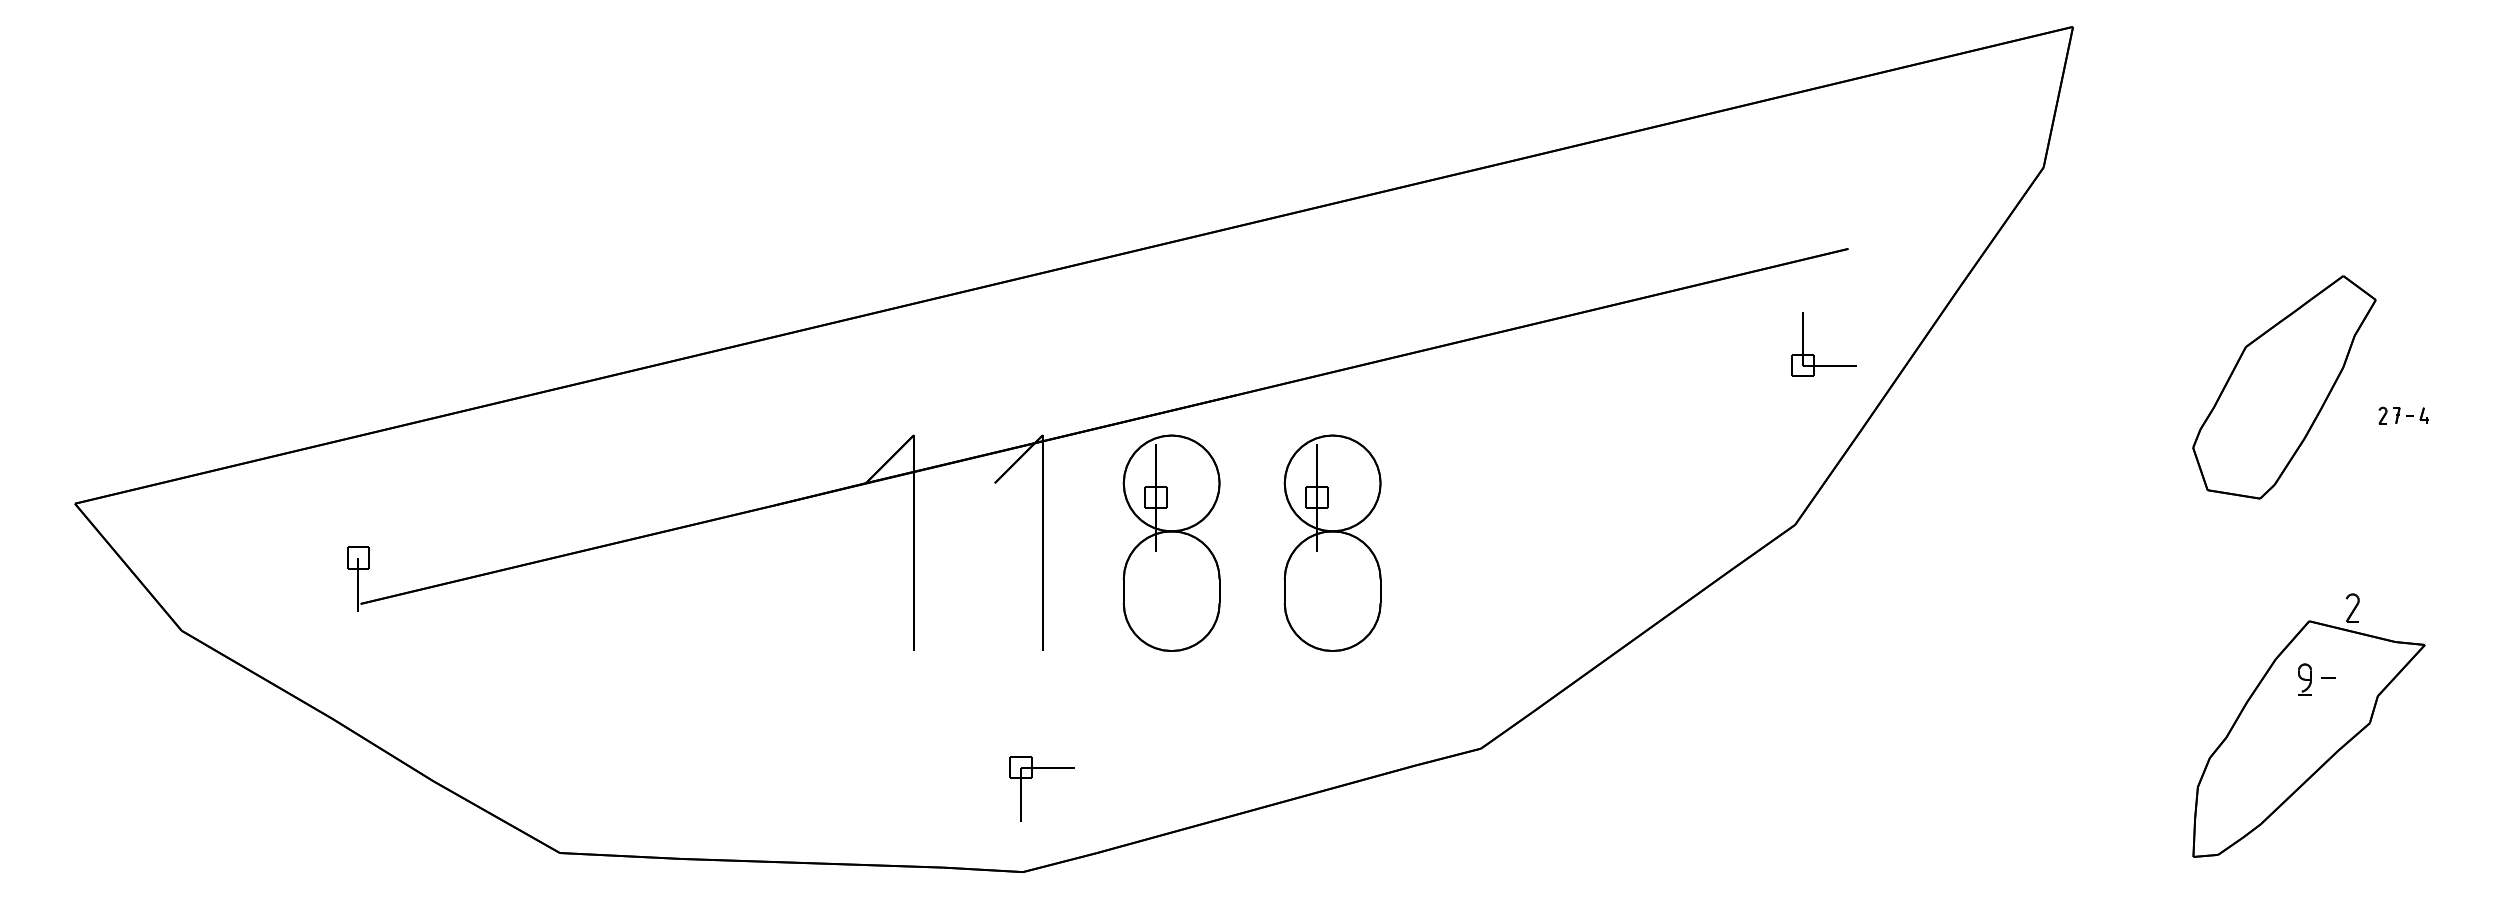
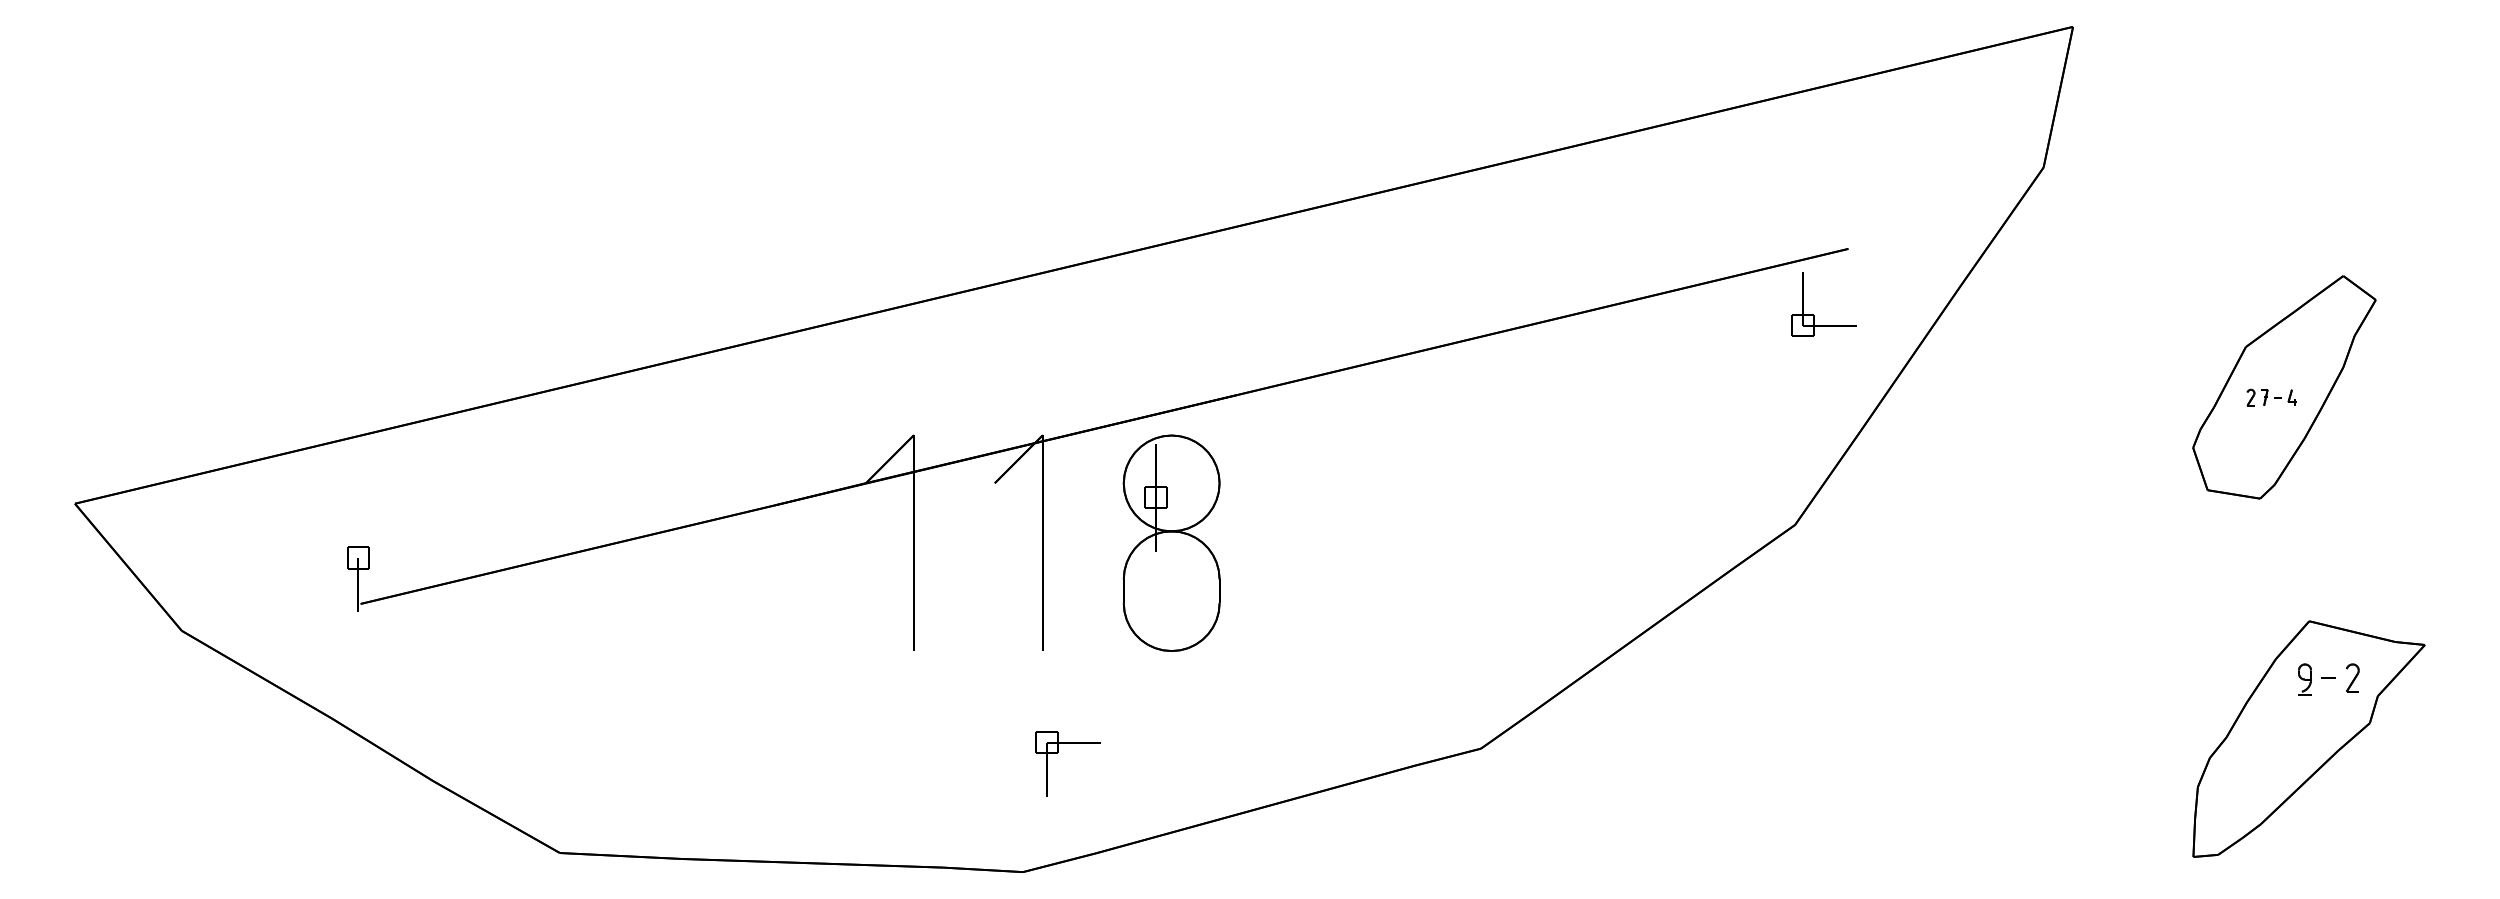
part at (1813, 354) position: (1813, 354) -> (1813, 314)
part at (2403, 415) position: (2403, 415) -> (2271, 397)
part at (1332, 542): present -> none
part at (2352, 607) position: (2352, 607) -> (2352, 677)
part at (1031, 778) position: (1031, 778) -> (1057, 753)
